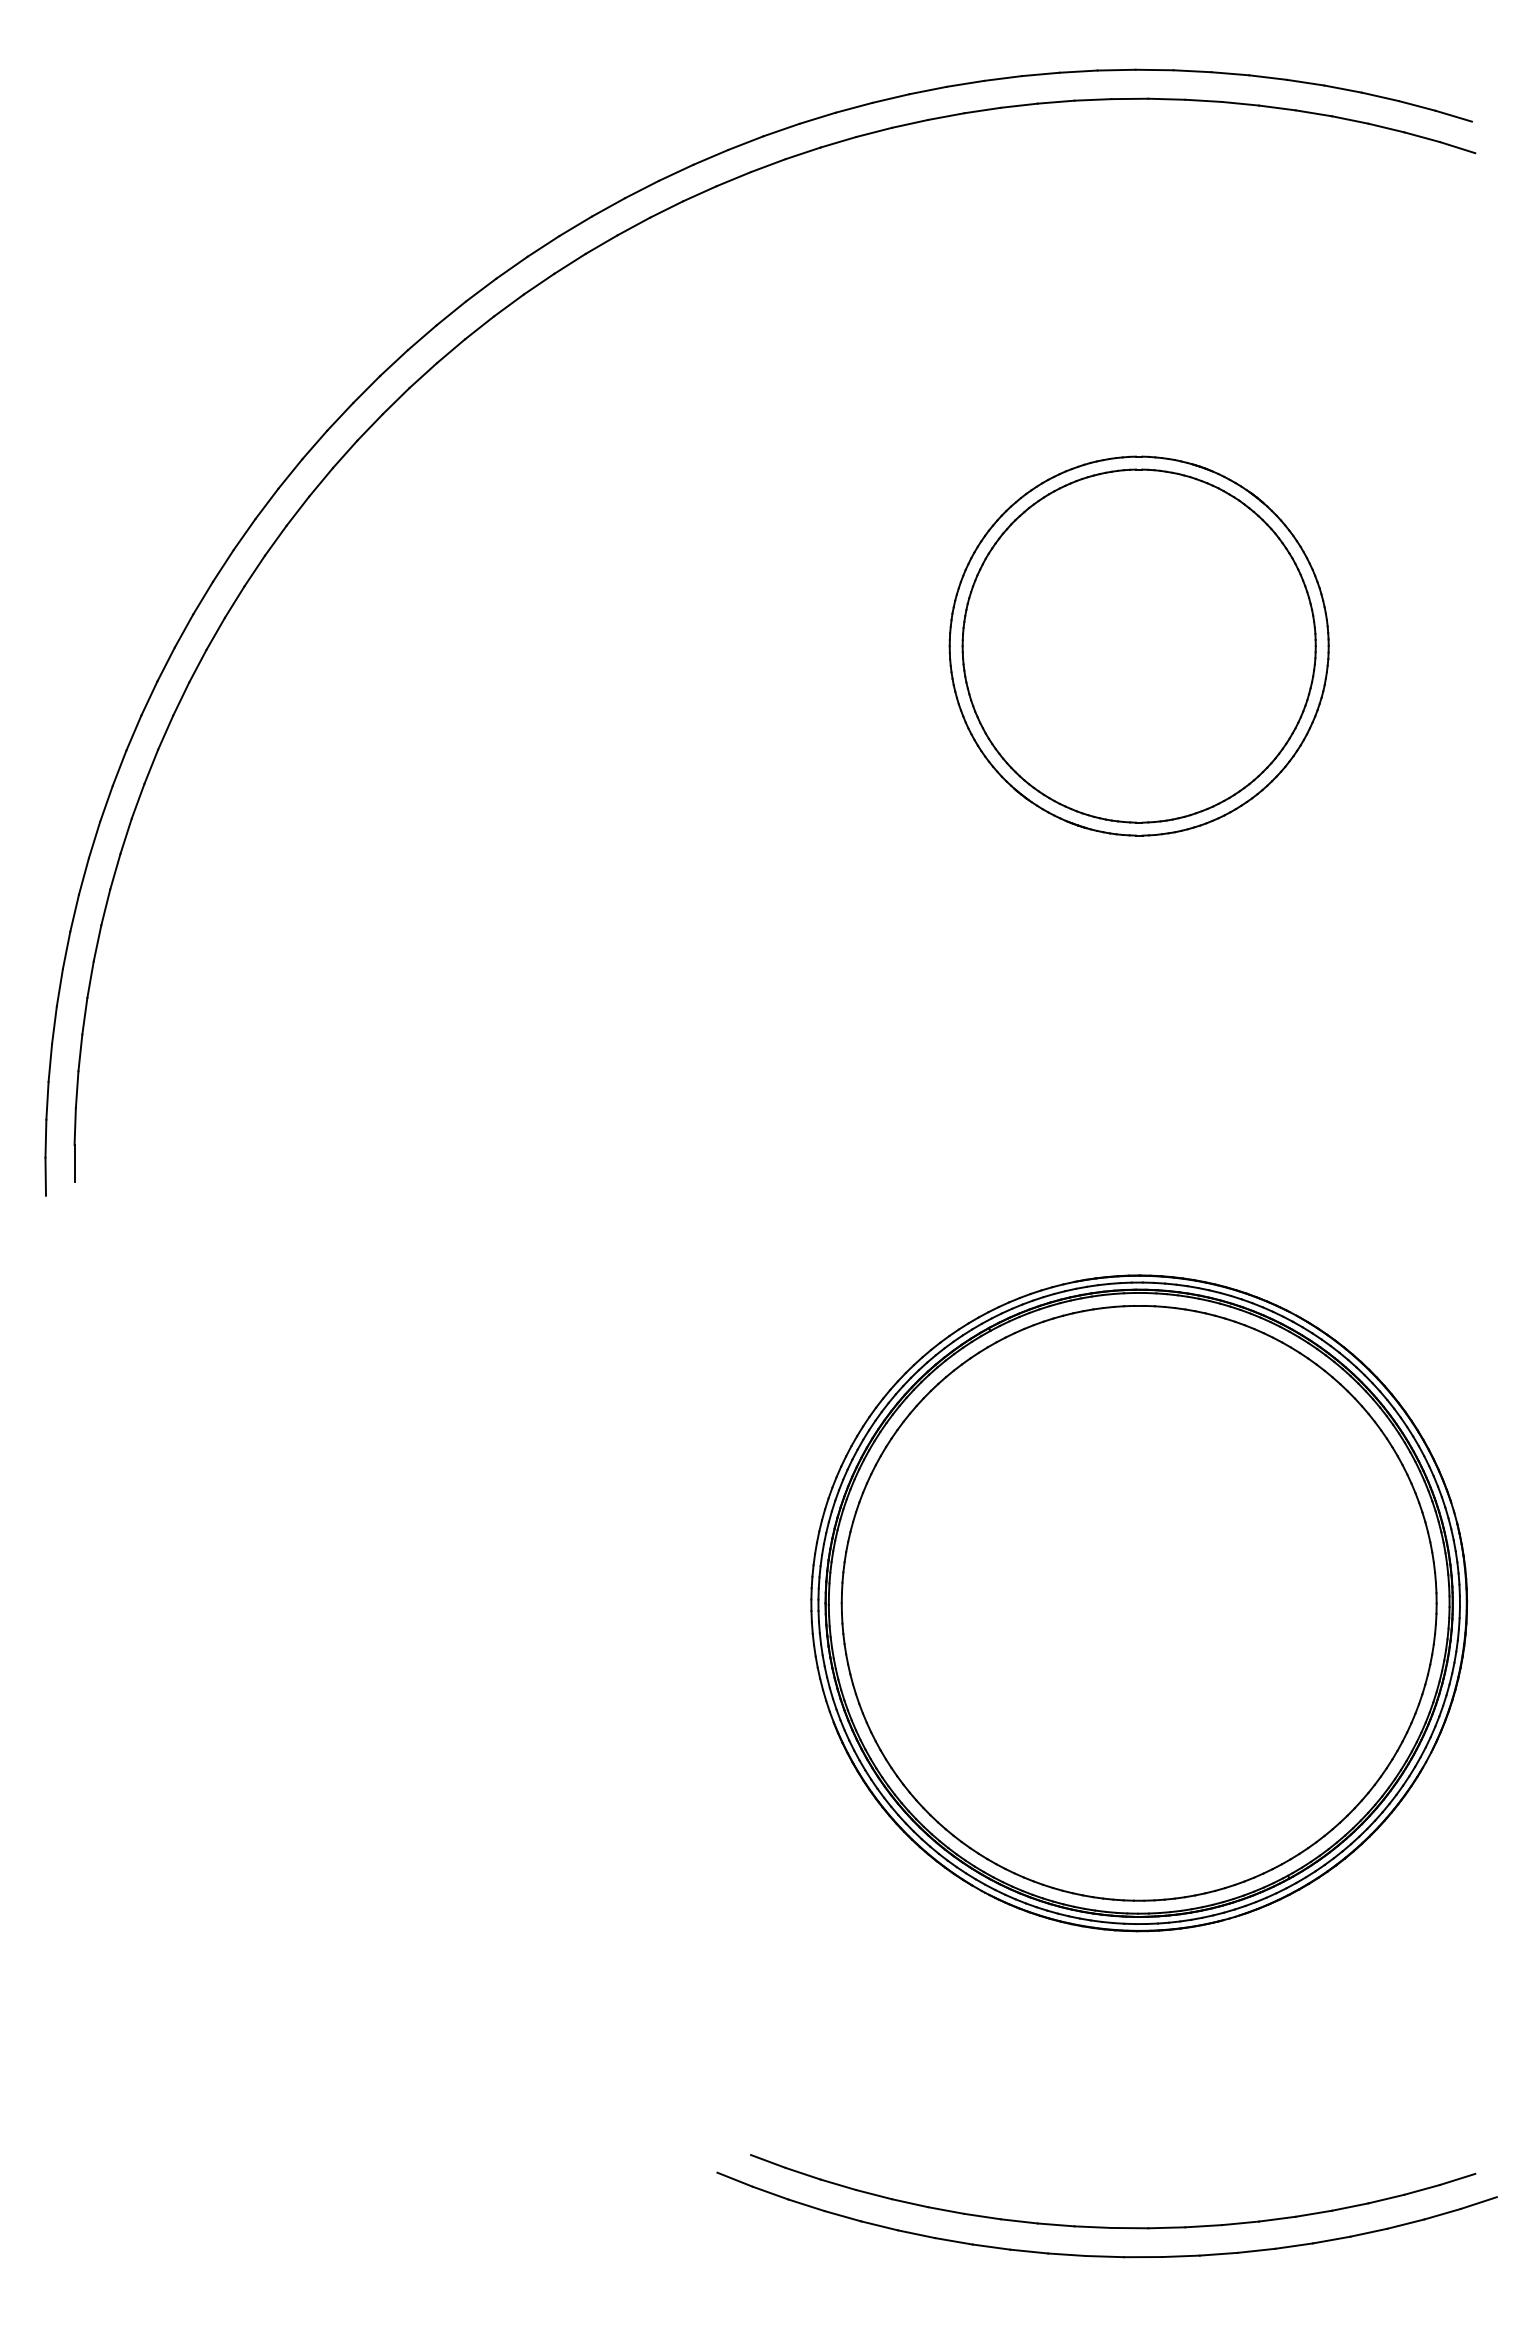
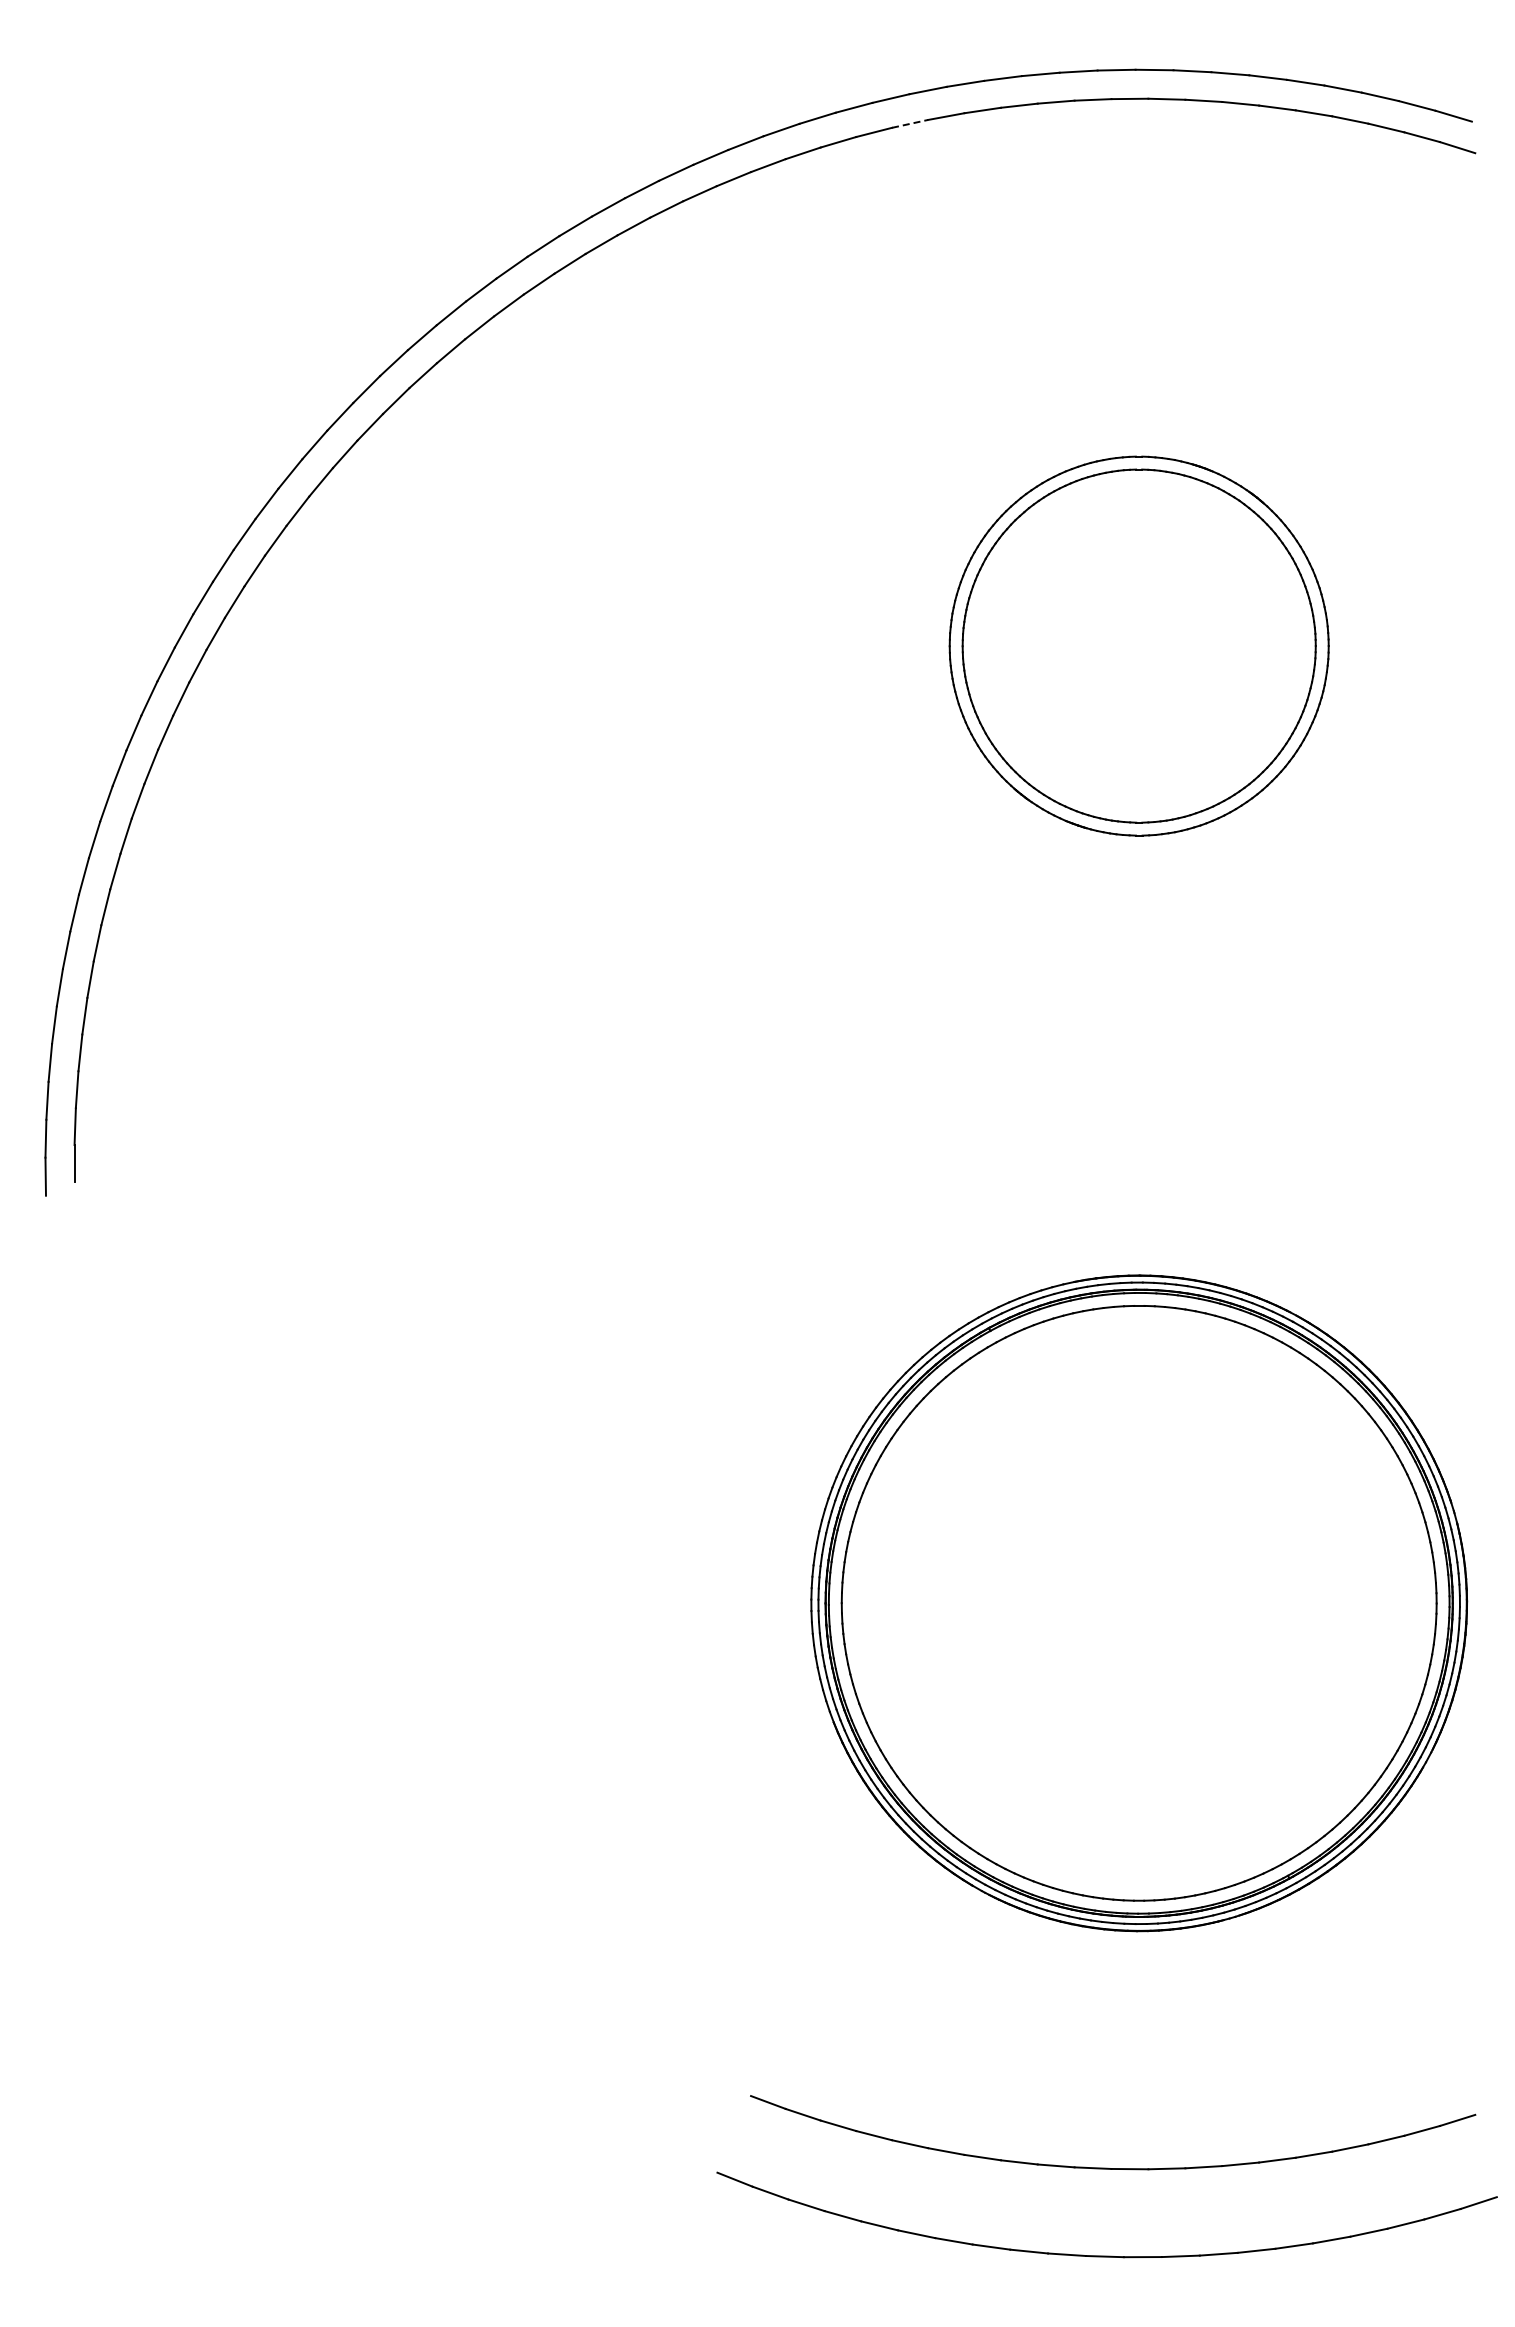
line at (910, 123): solid -> dashed
part at (1108, 2226) position: (1108, 2226) -> (1108, 2167)
